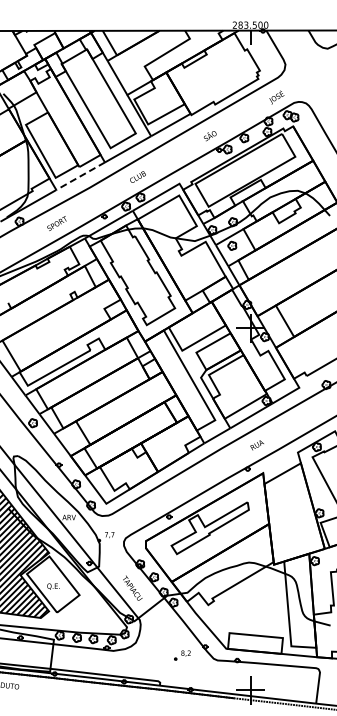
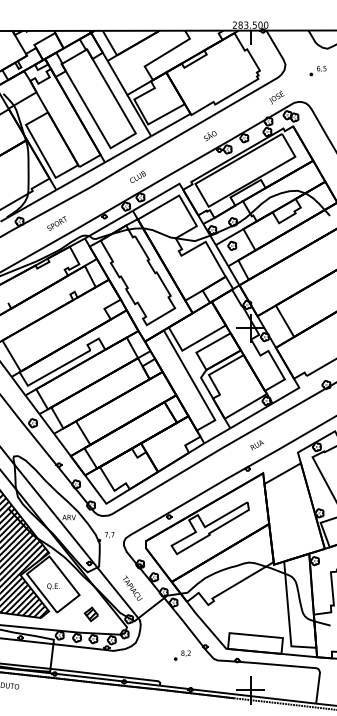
part at (317, 71): none -> present
line at (80, 176): dashed -> solid
part at (90, 614): none -> present
